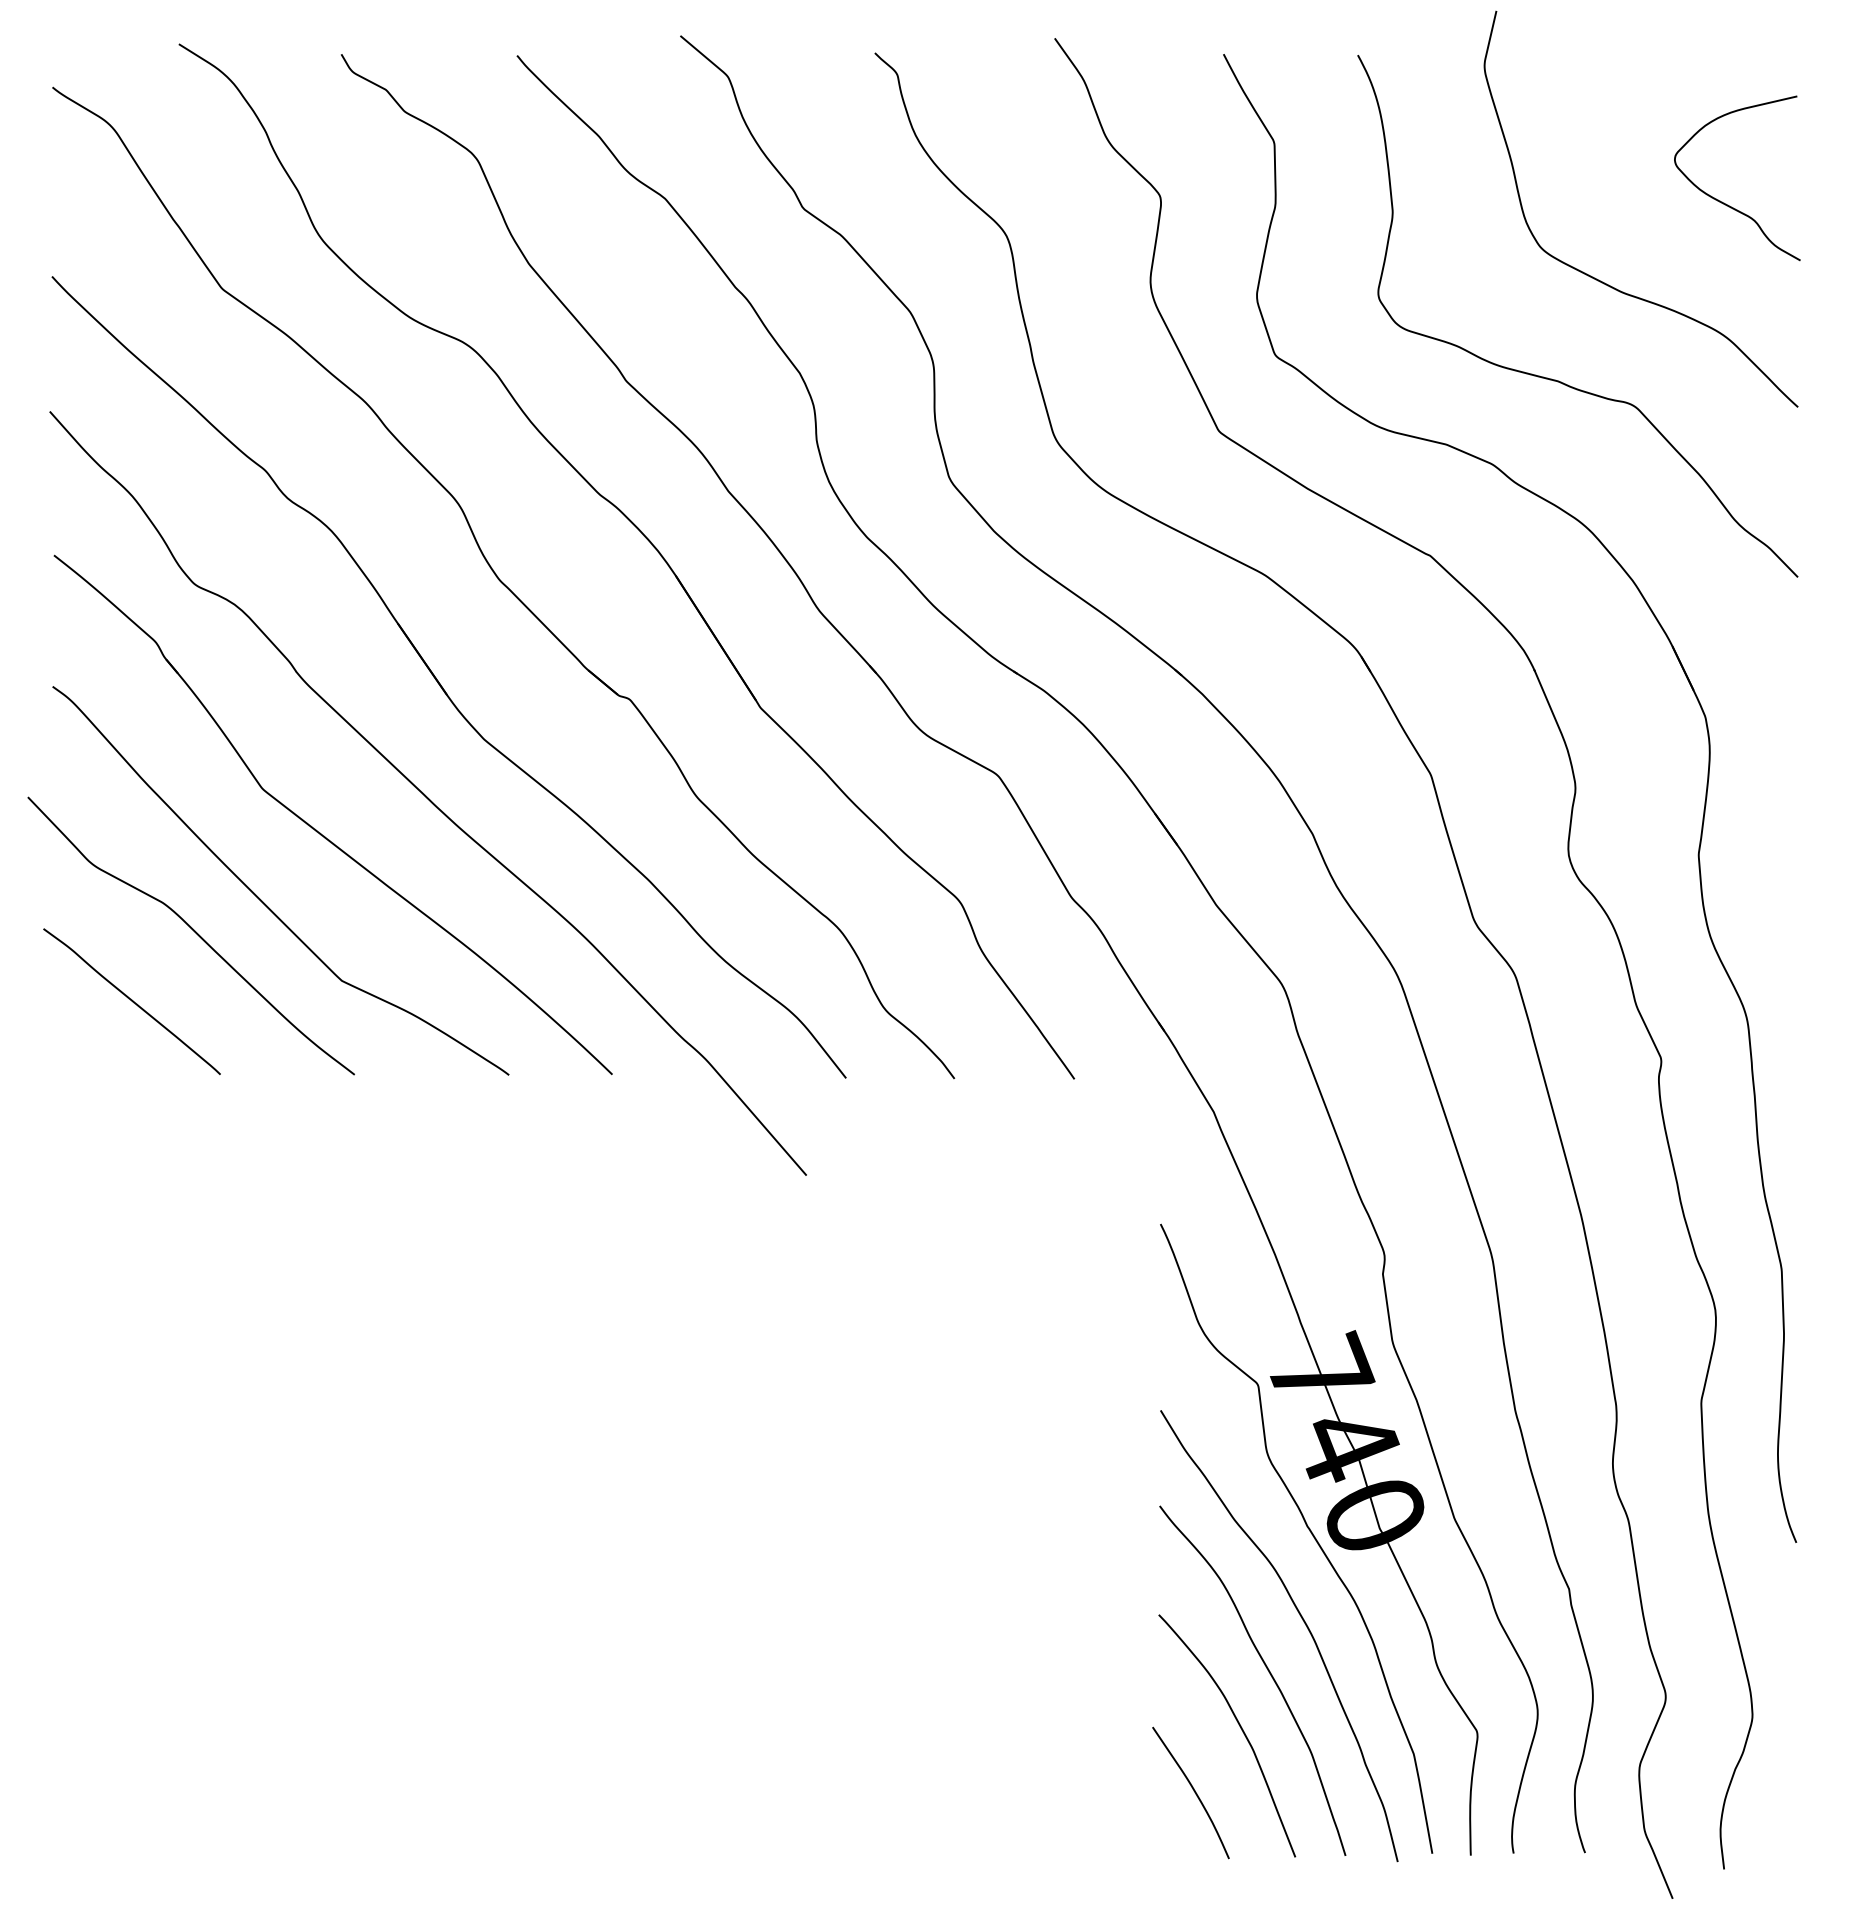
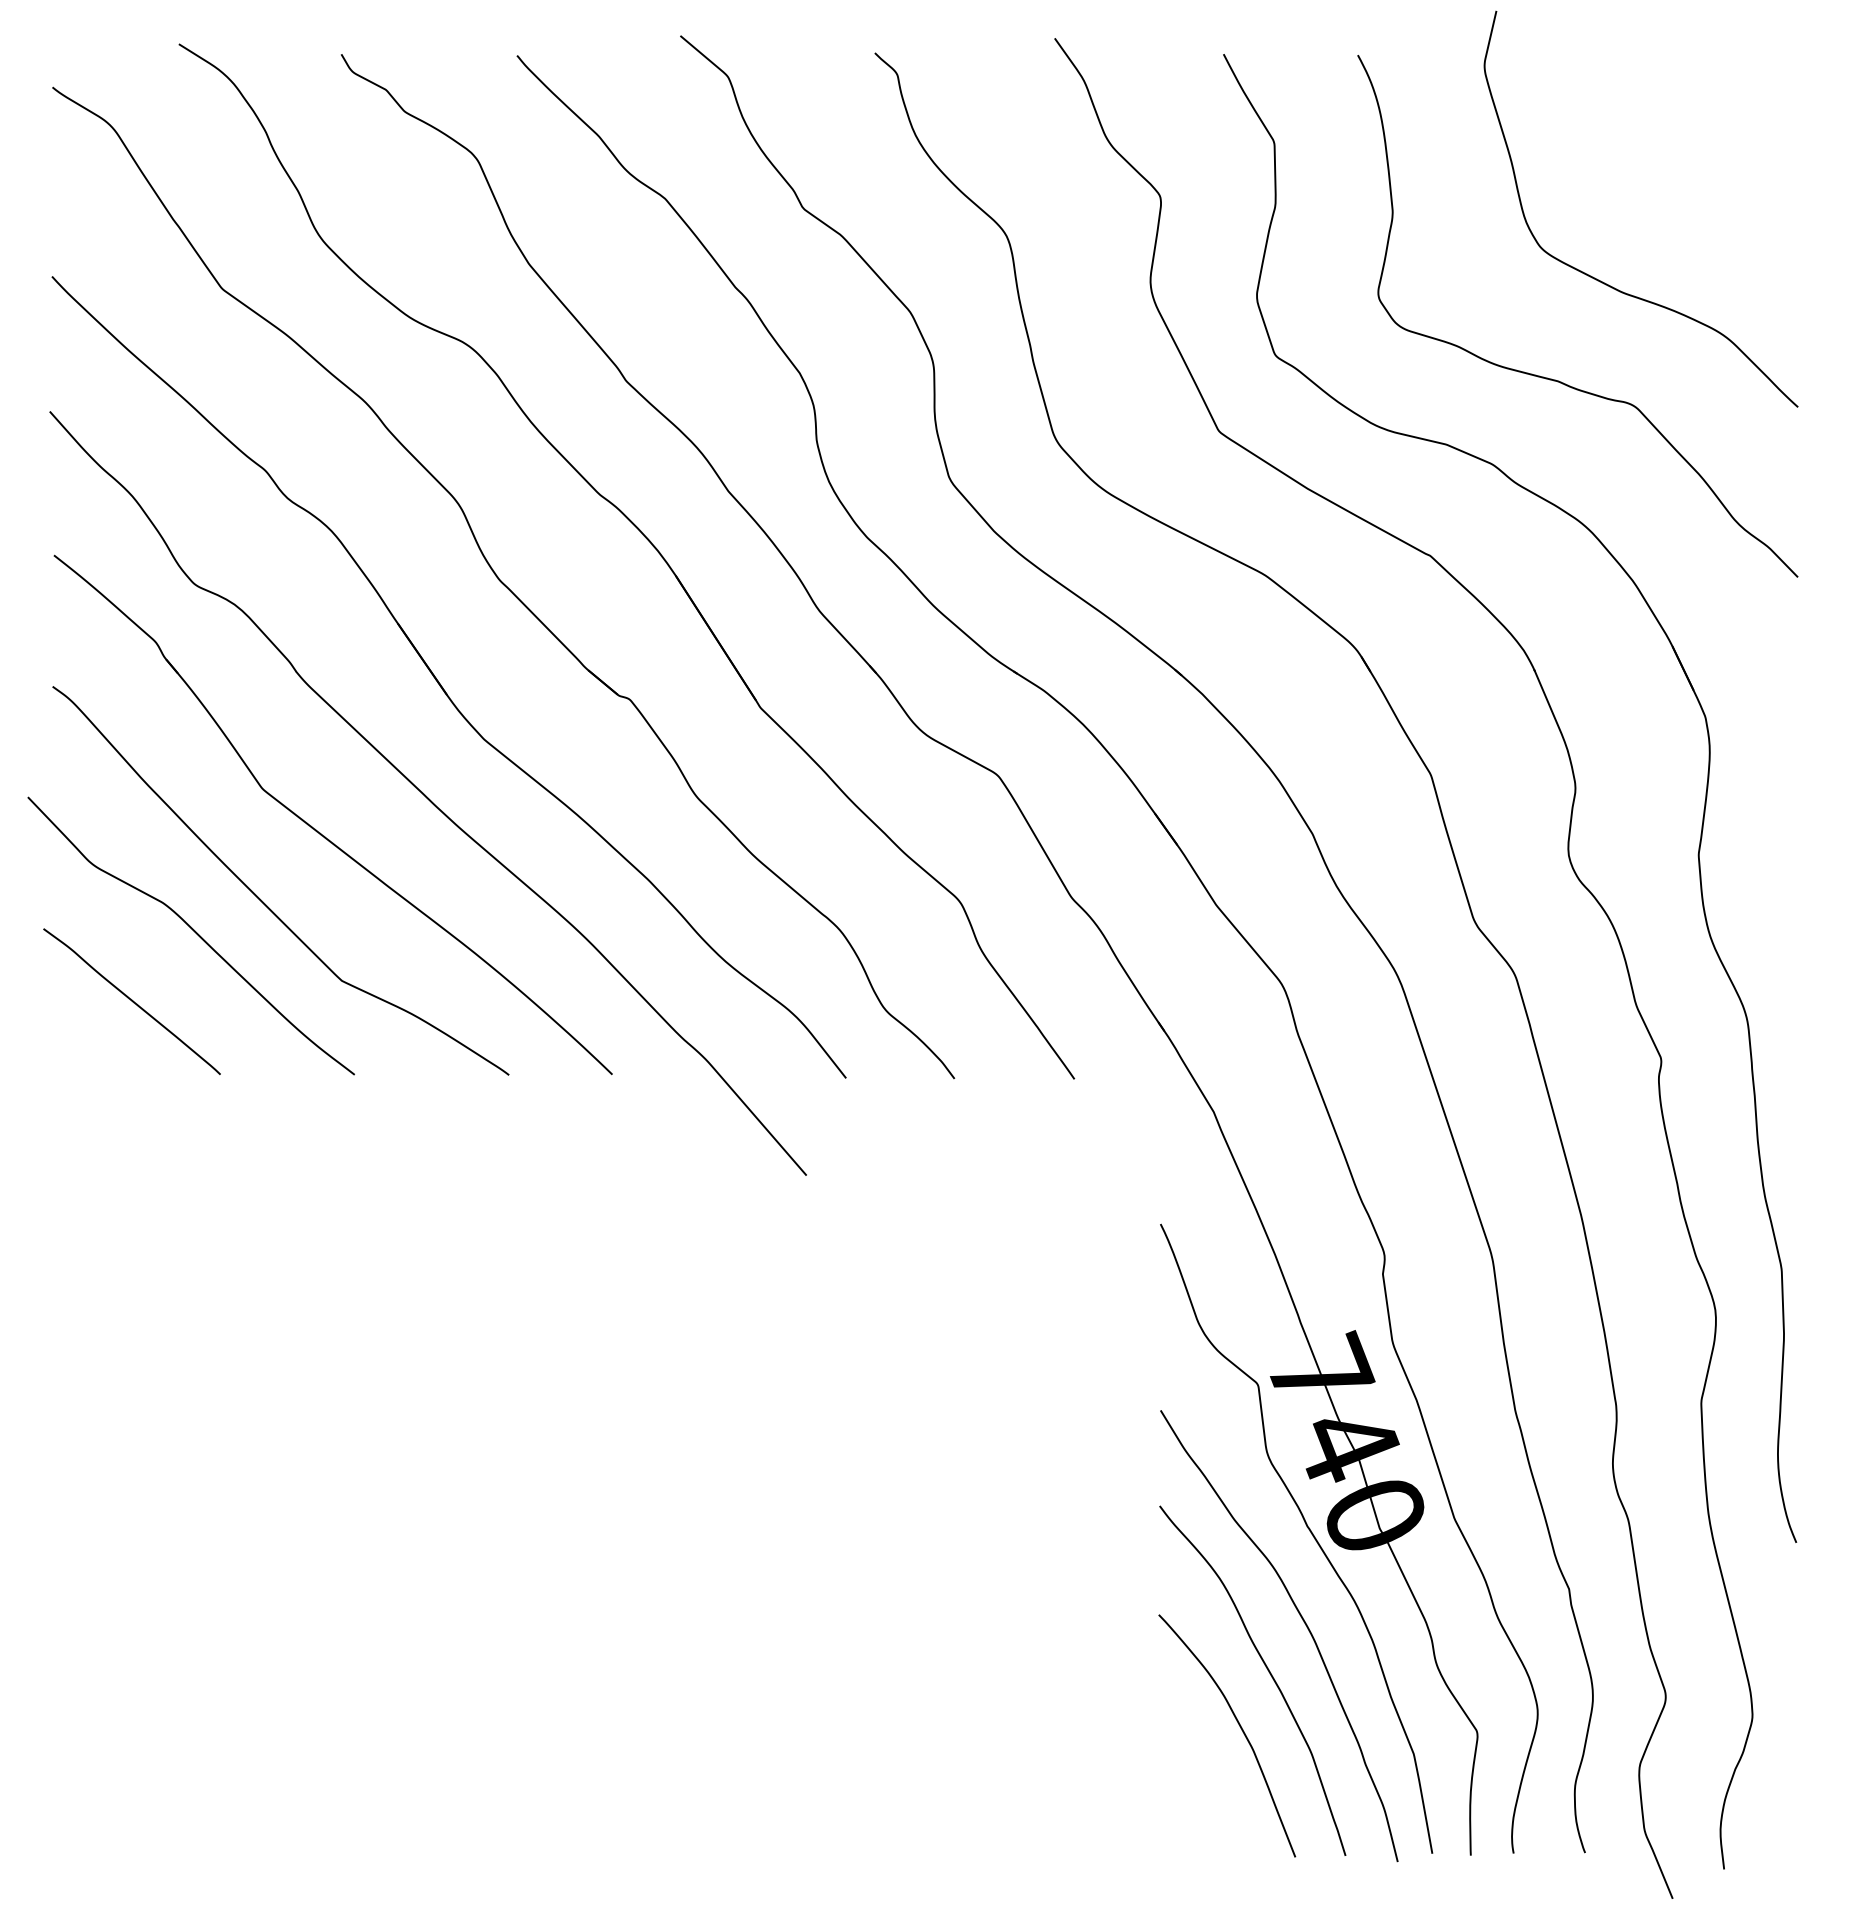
curve at (1724, 202): present -> none
curve at (1193, 1791): present -> none
